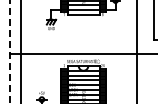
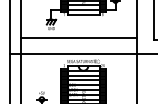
line at (78, 38): none -> present
line at (10, 52): dashed -> solid
